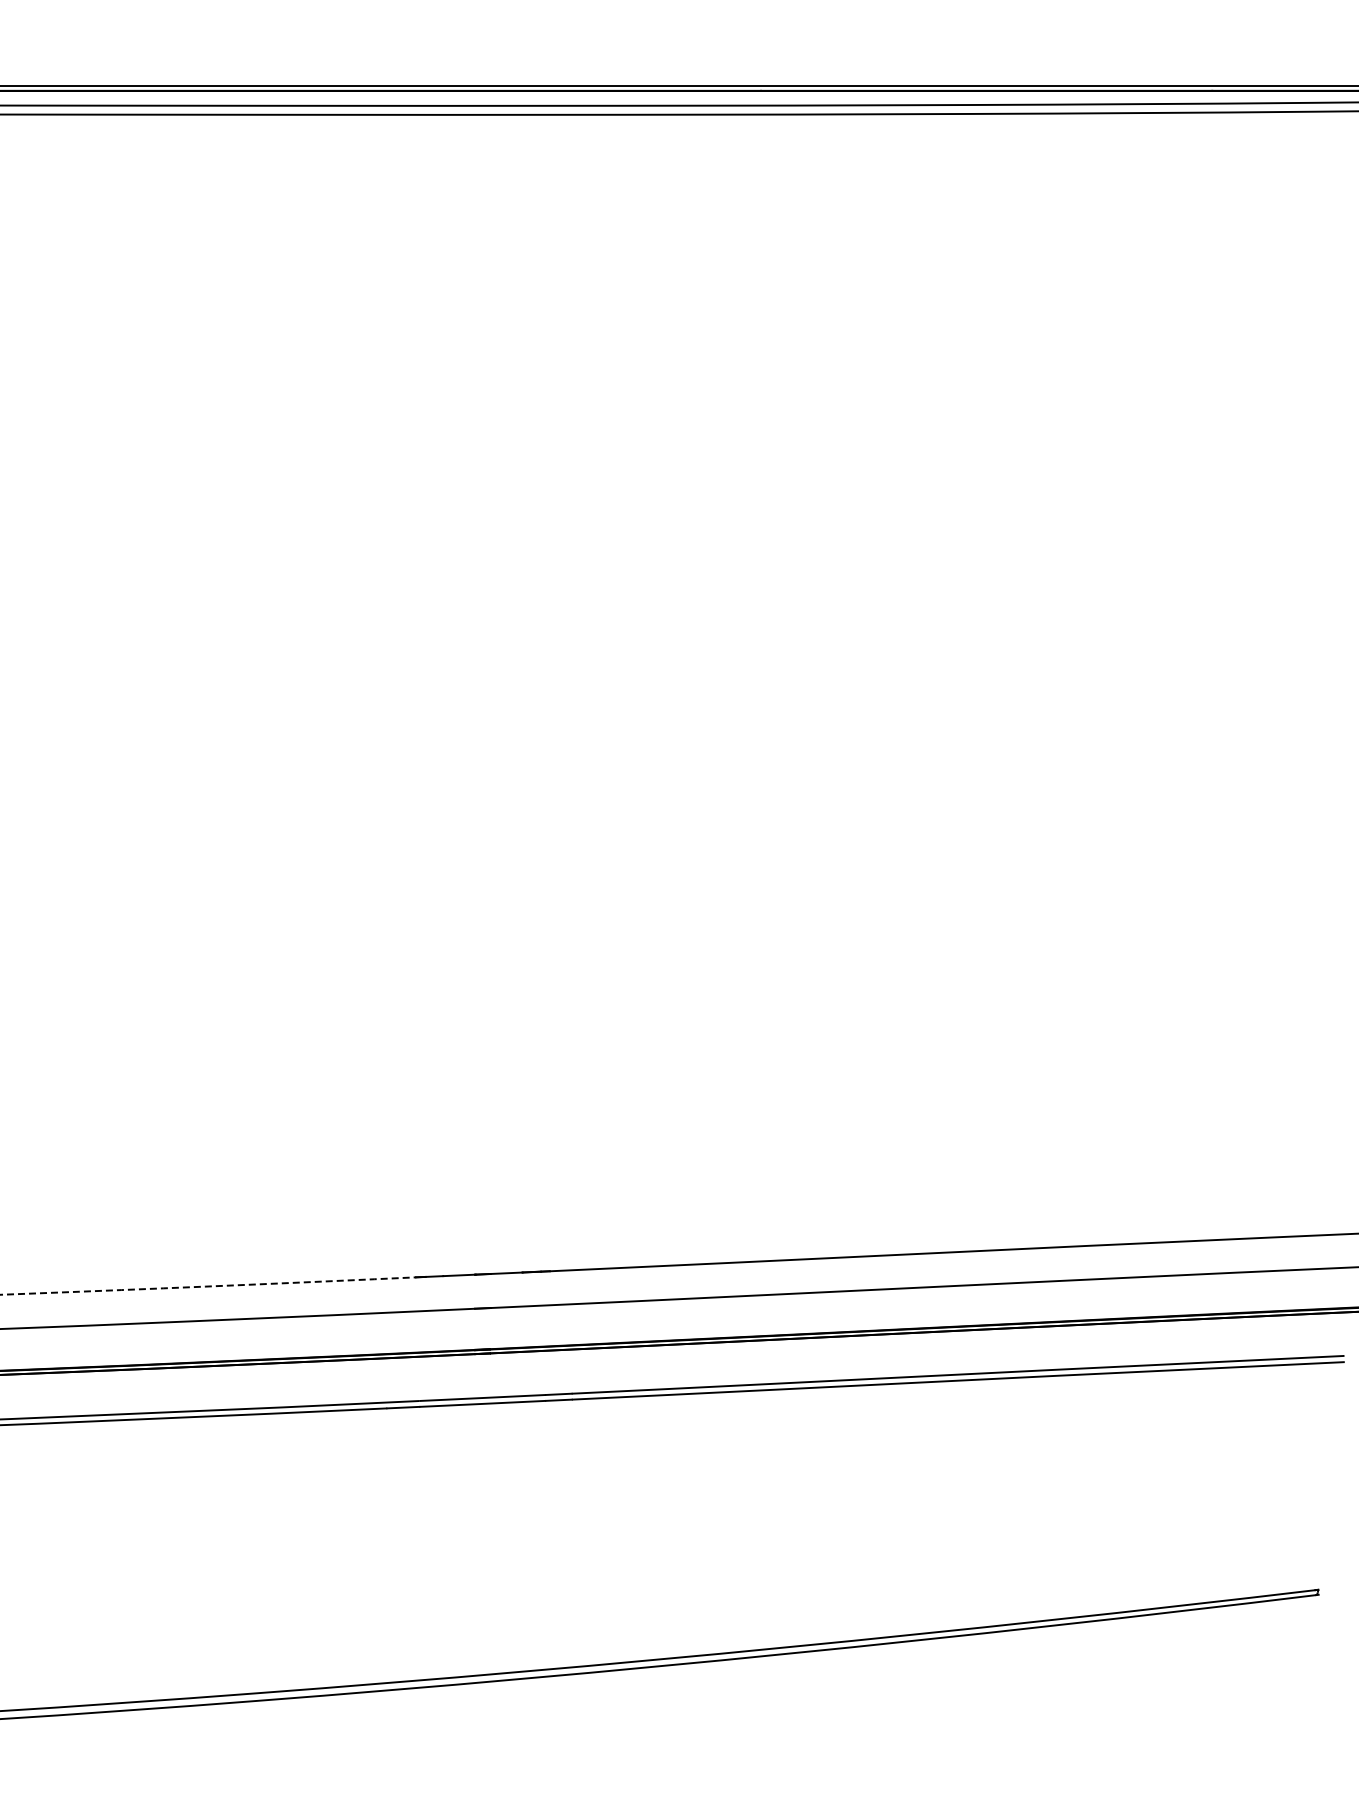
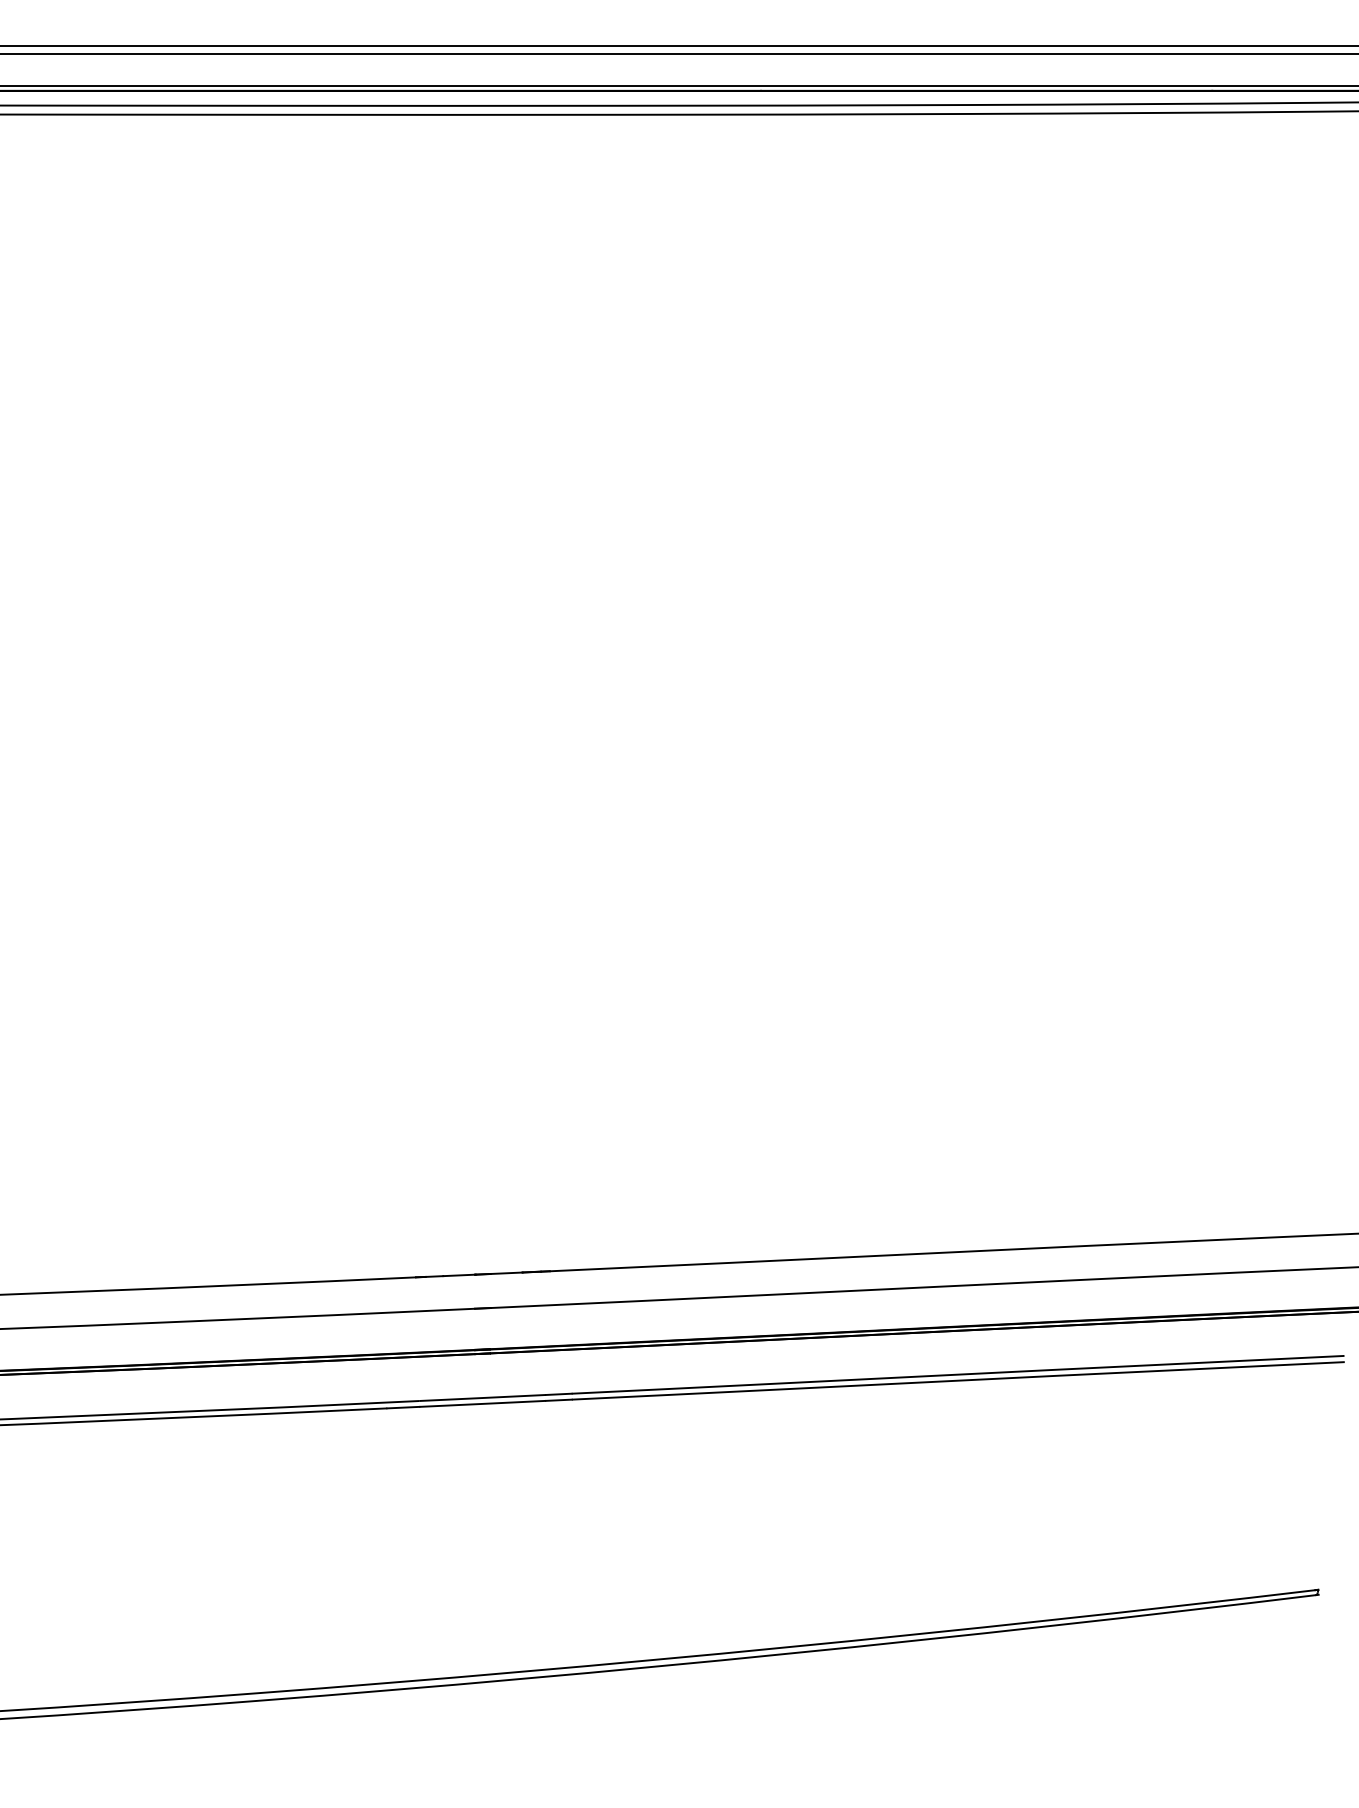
line at (678, 45): none -> present
line at (678, 54): none -> present
arc at (208, 1286): dashed -> solid
